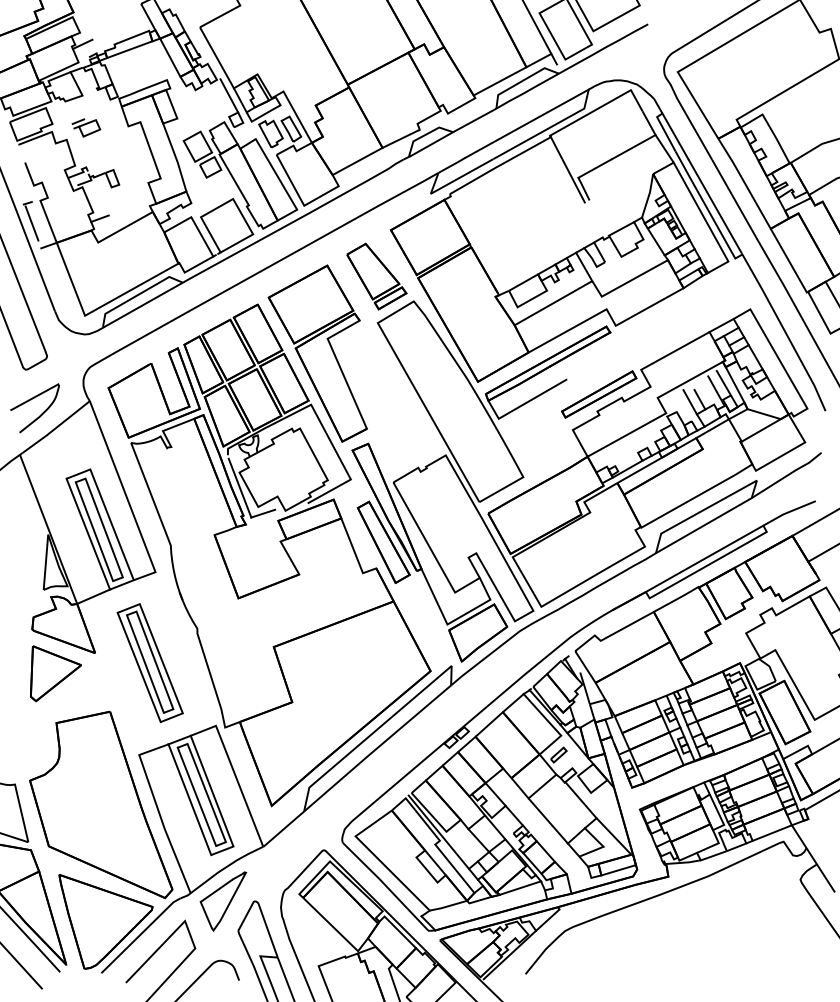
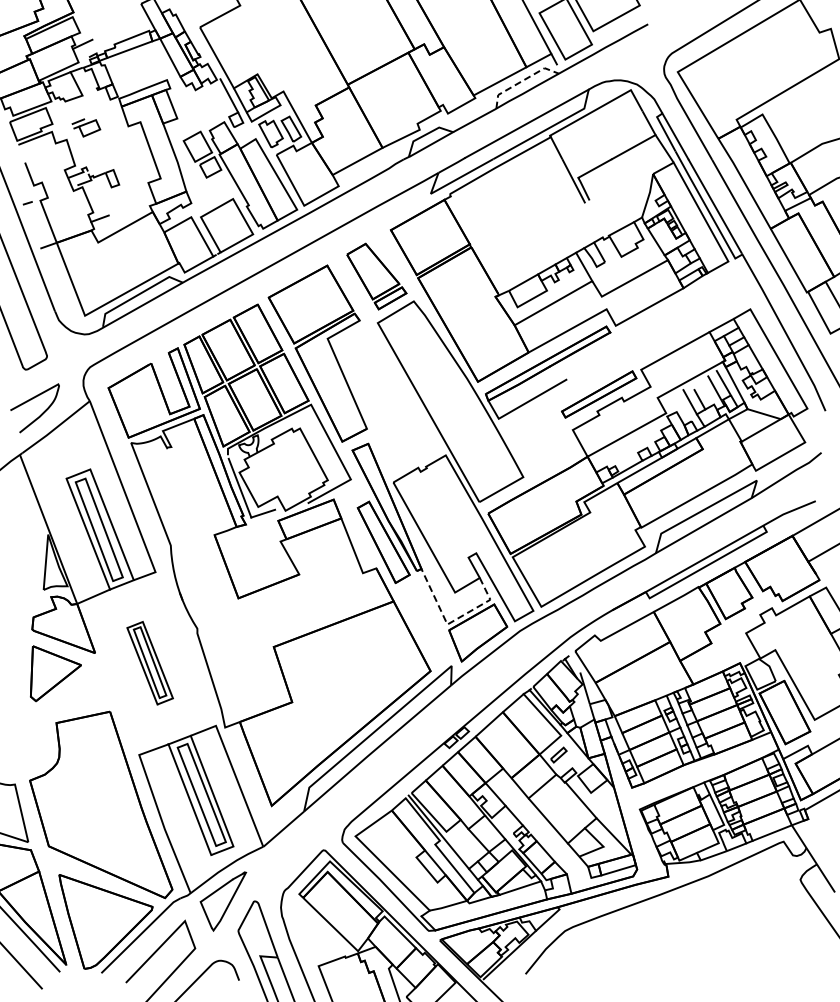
line at (522, 81): solid -> dashed
line at (31, 223): present -> none
line at (452, 621): solid -> dashed
part at (149, 663) size: 68x121 px -> 48x85 px
